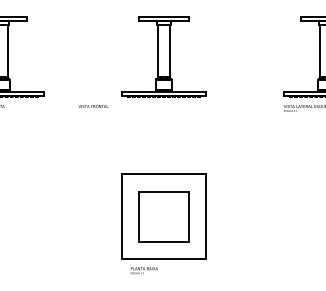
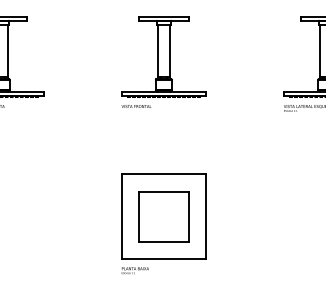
text at (93, 106) position: (93, 106) -> (136, 106)
text at (143, 270) position: (143, 270) -> (134, 270)
